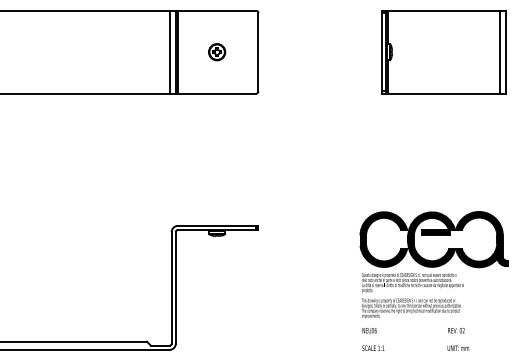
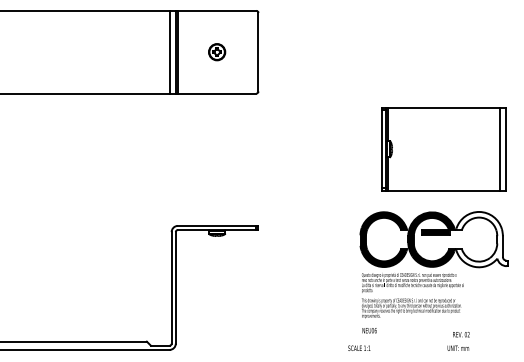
part at (443, 52) position: (443, 52) -> (443, 149)
fill at (482, 239): present -> none
text at (456, 330) position: (456, 330) -> (461, 334)
text at (373, 347) position: (373, 347) -> (359, 347)
